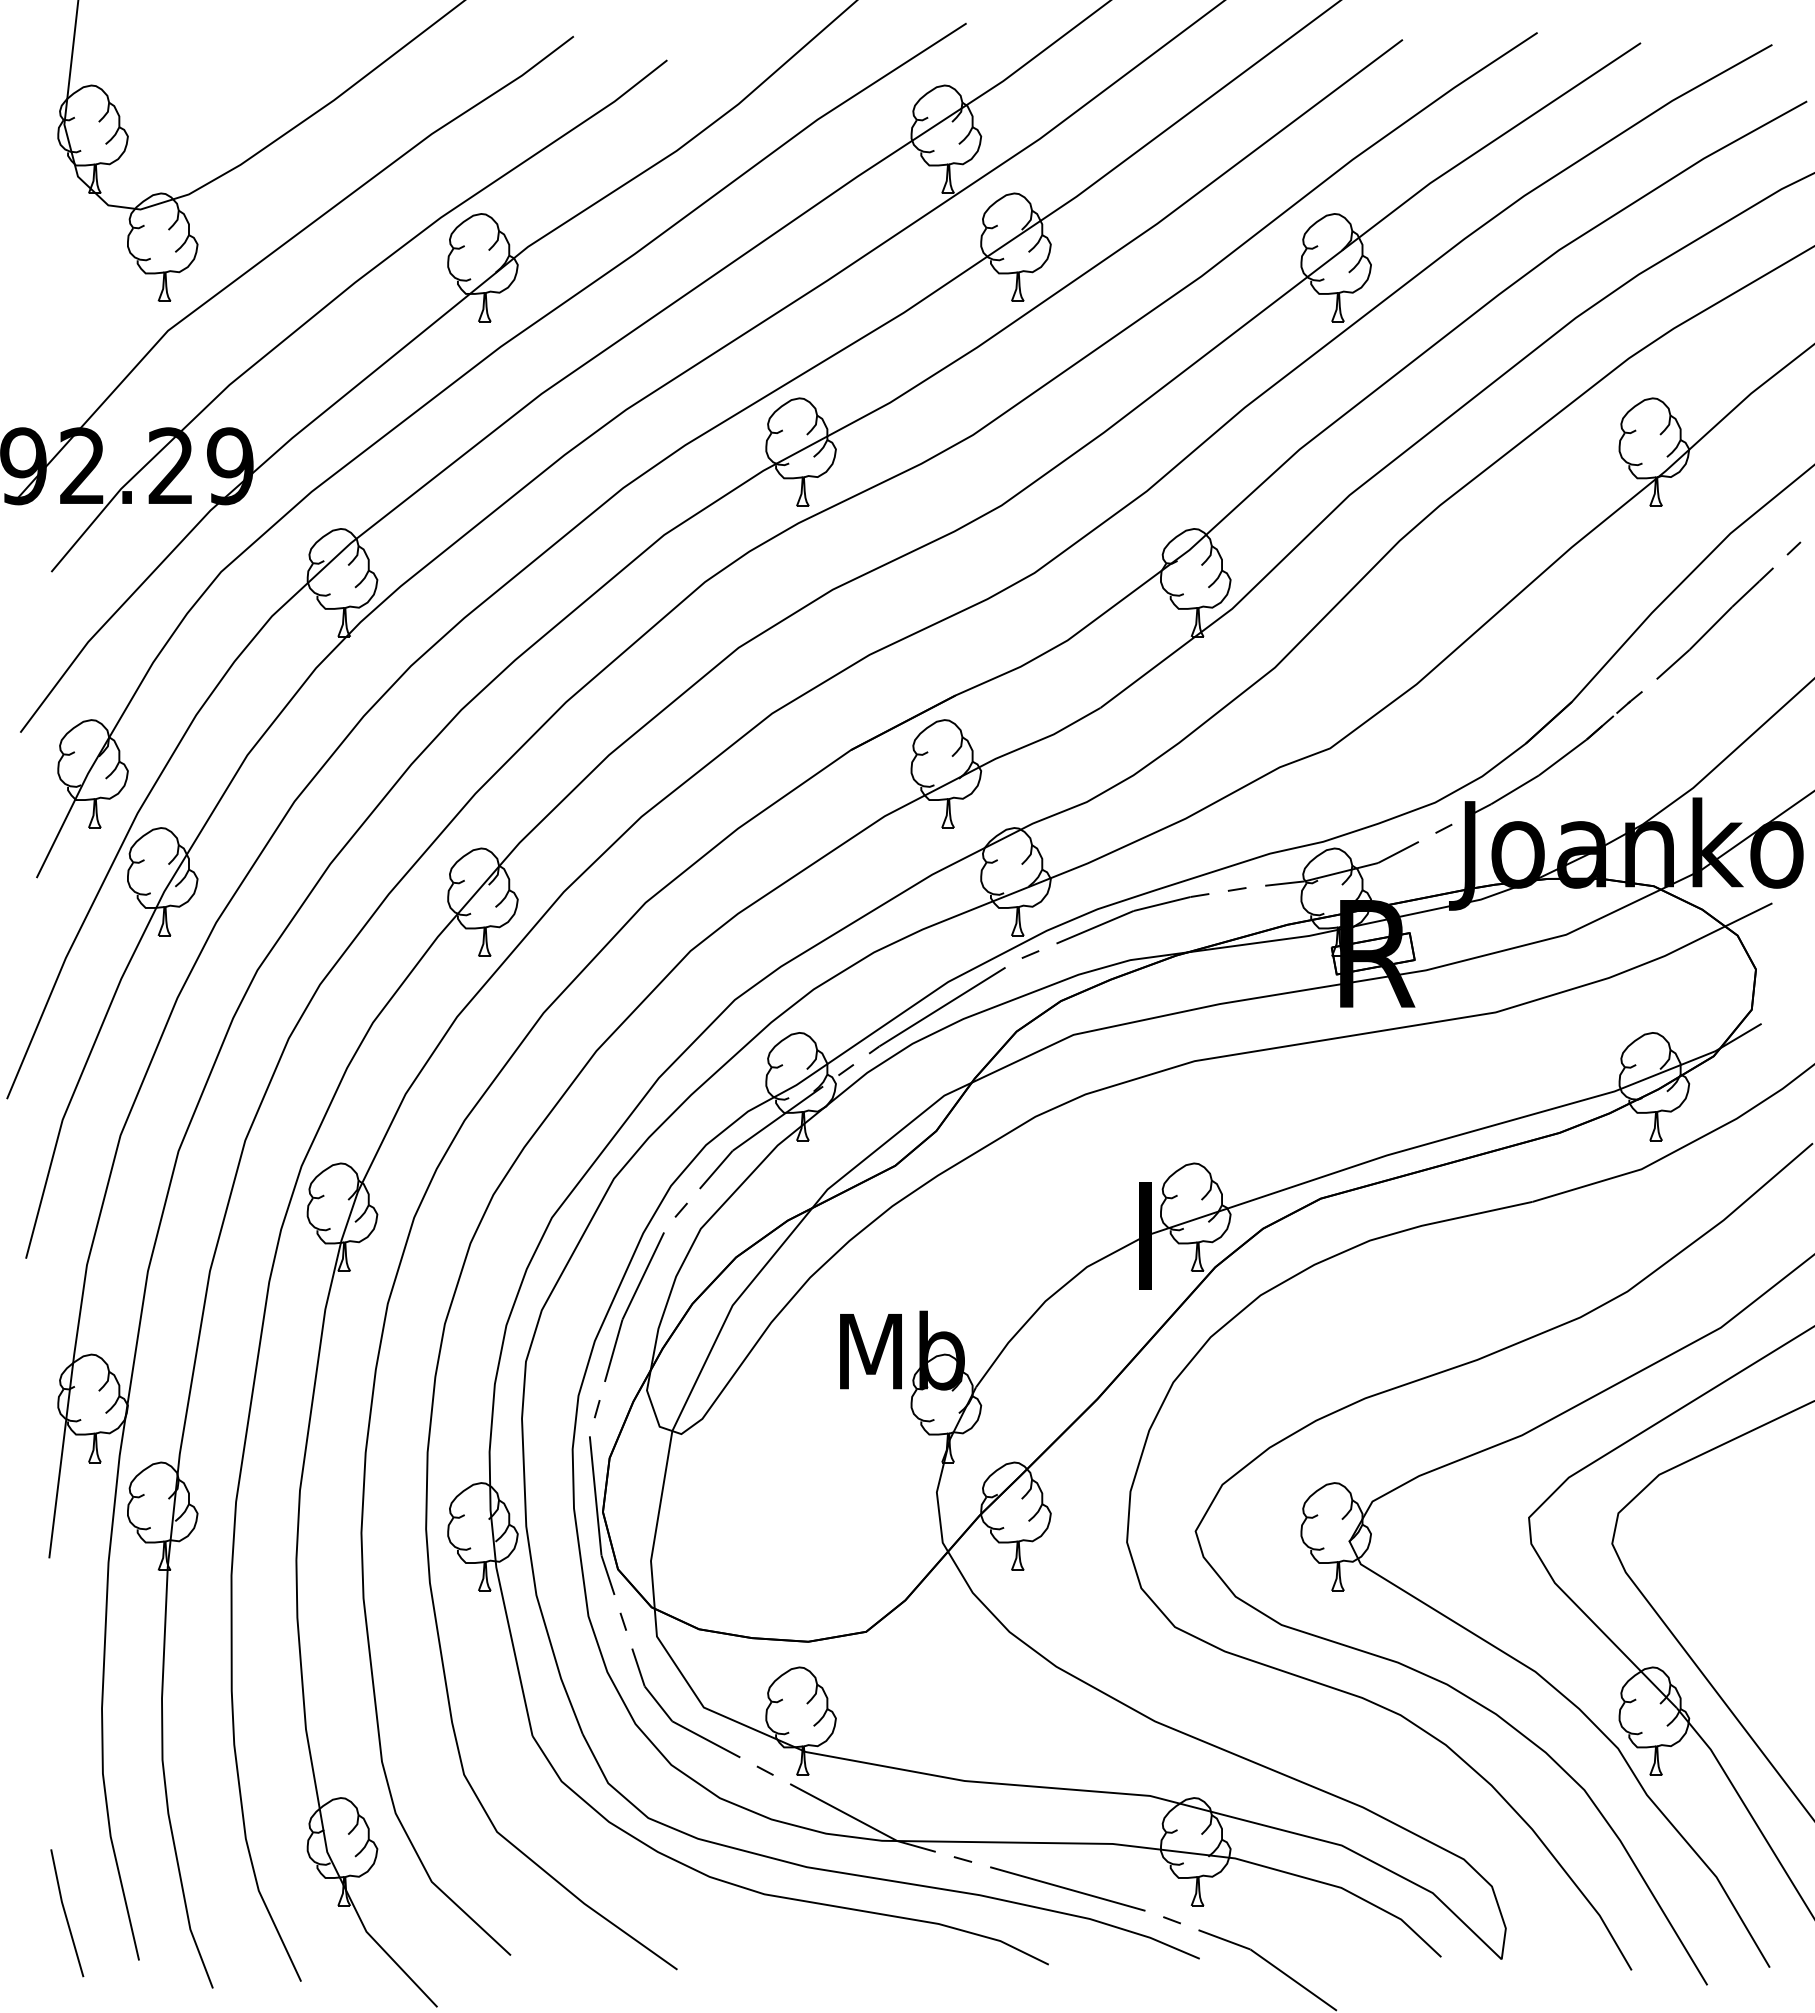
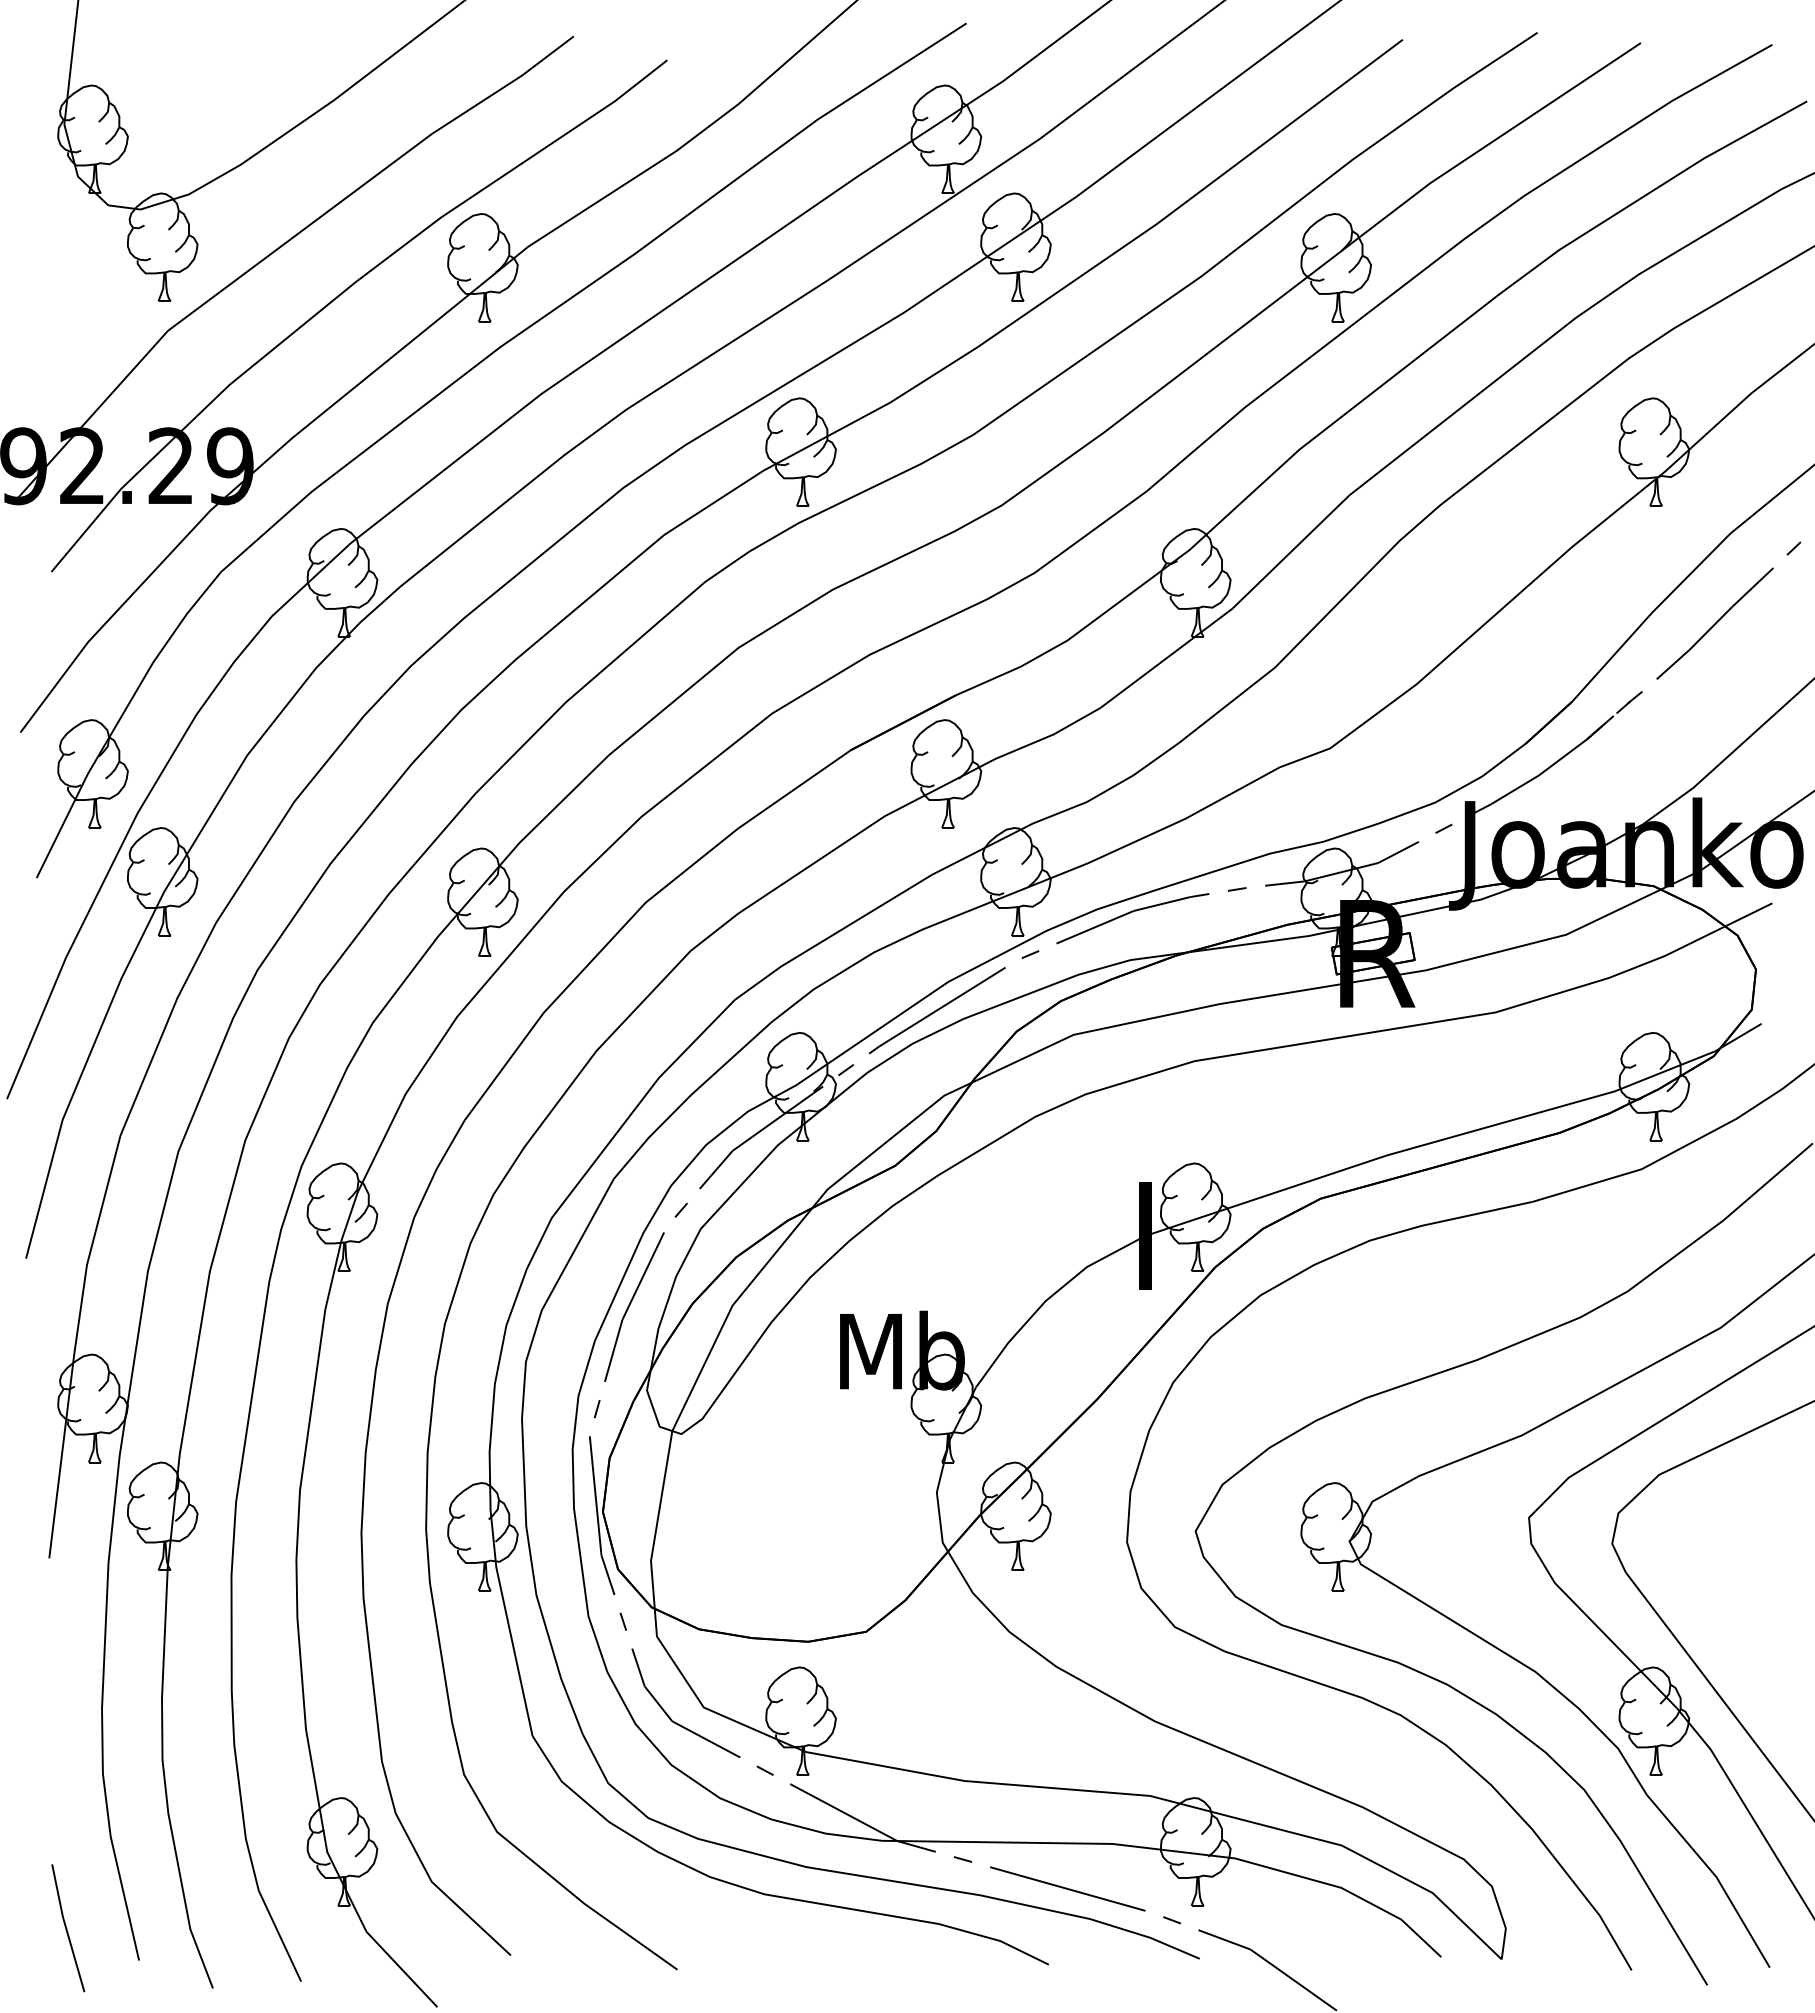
line at (66, 1913) position: (66, 1913) -> (67, 1928)
